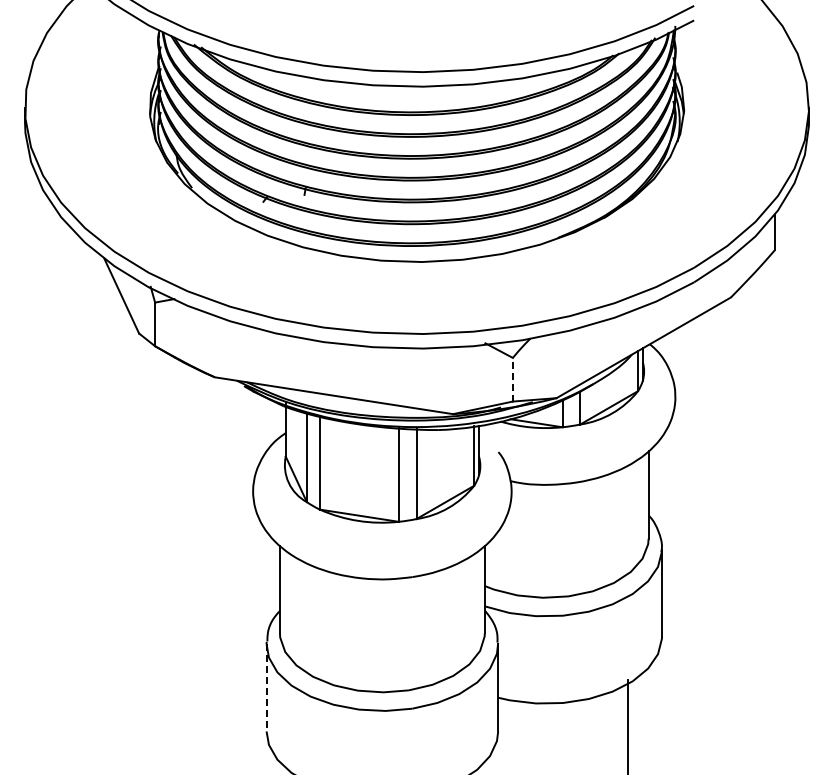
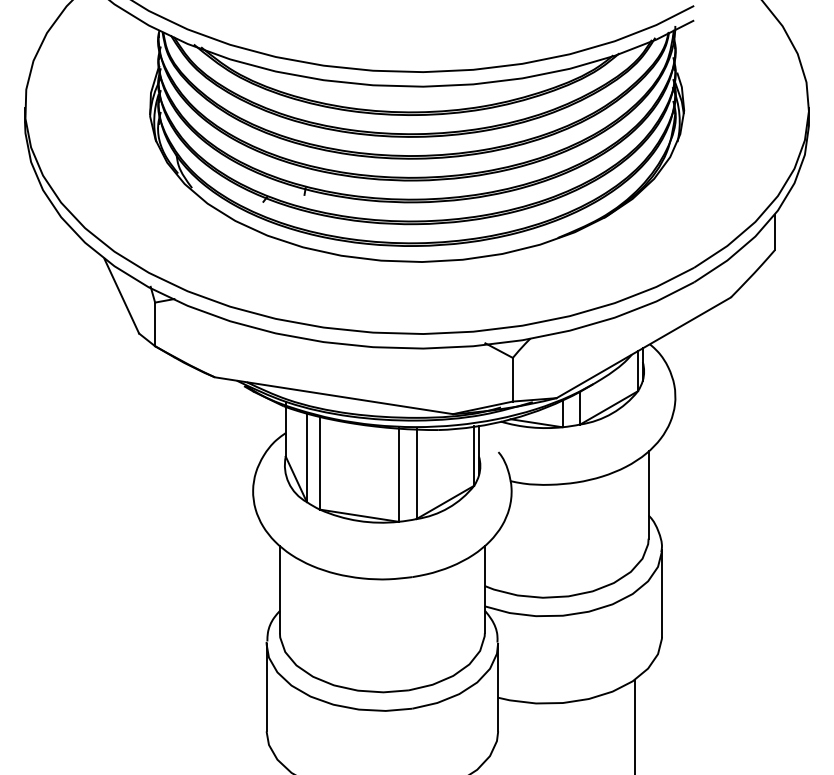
line at (512, 379): dashed -> solid
line at (266, 687): dashed -> solid
line at (628, 725) position: (628, 725) -> (635, 725)
